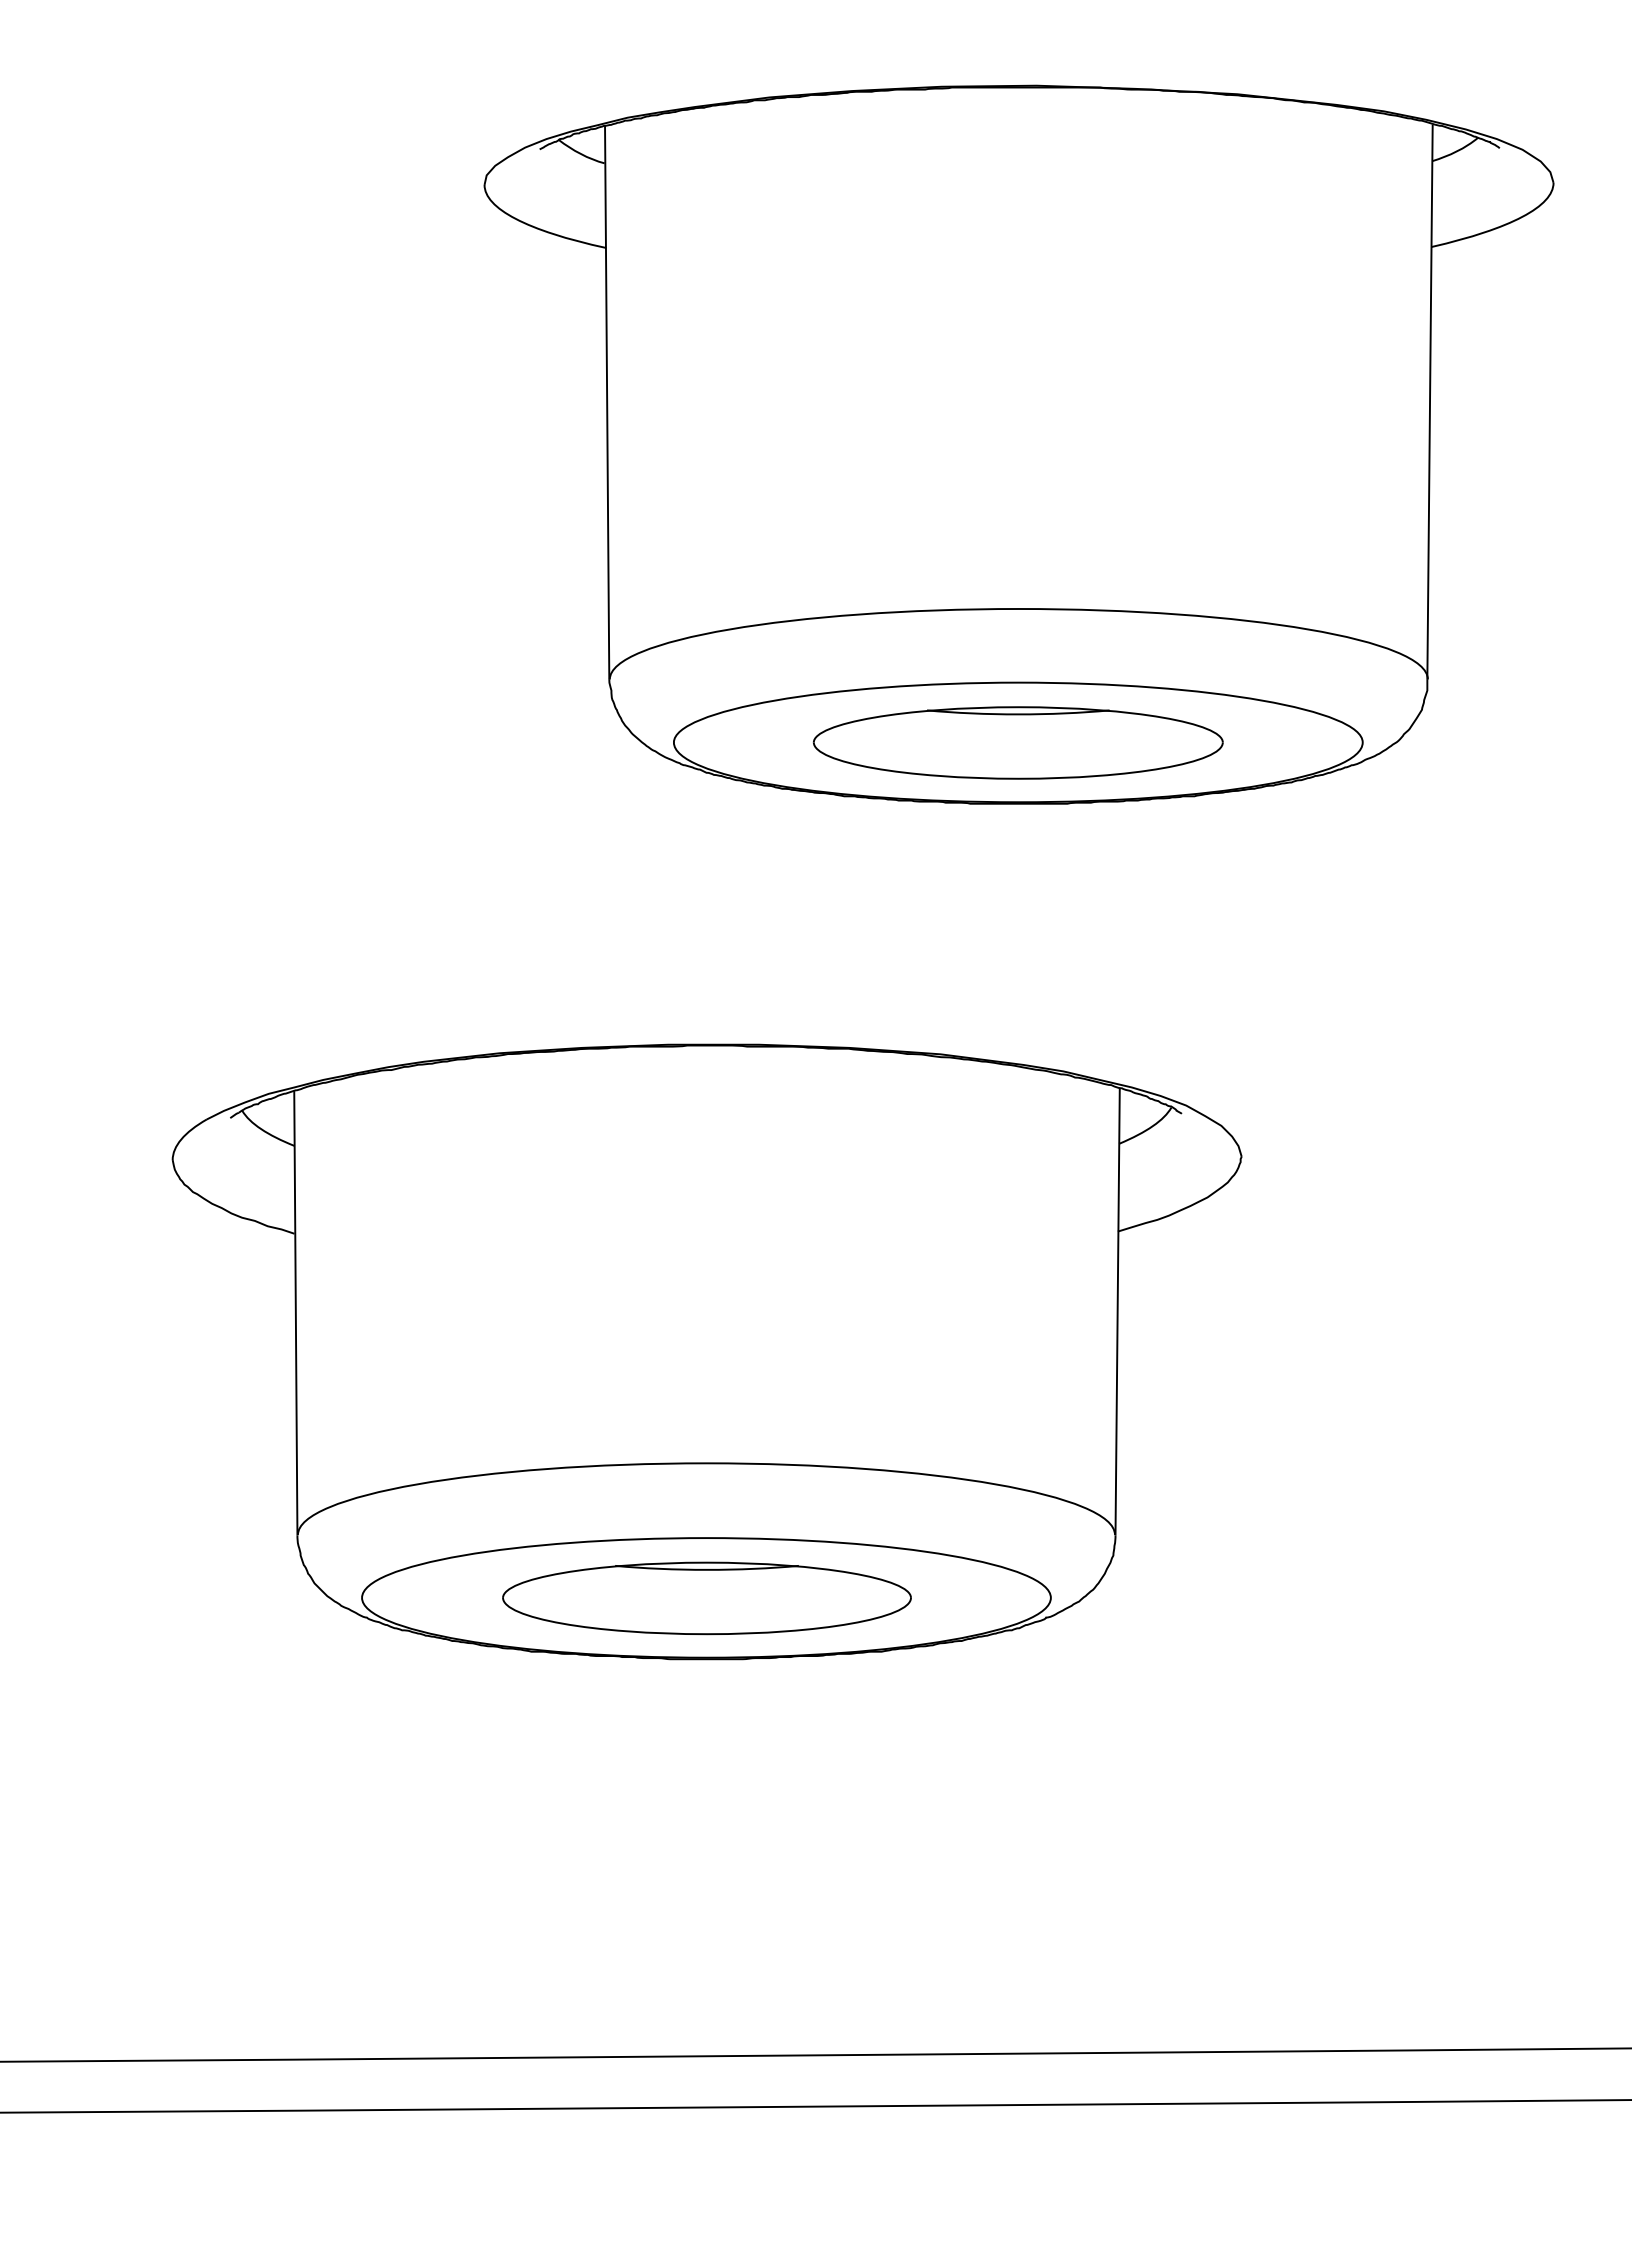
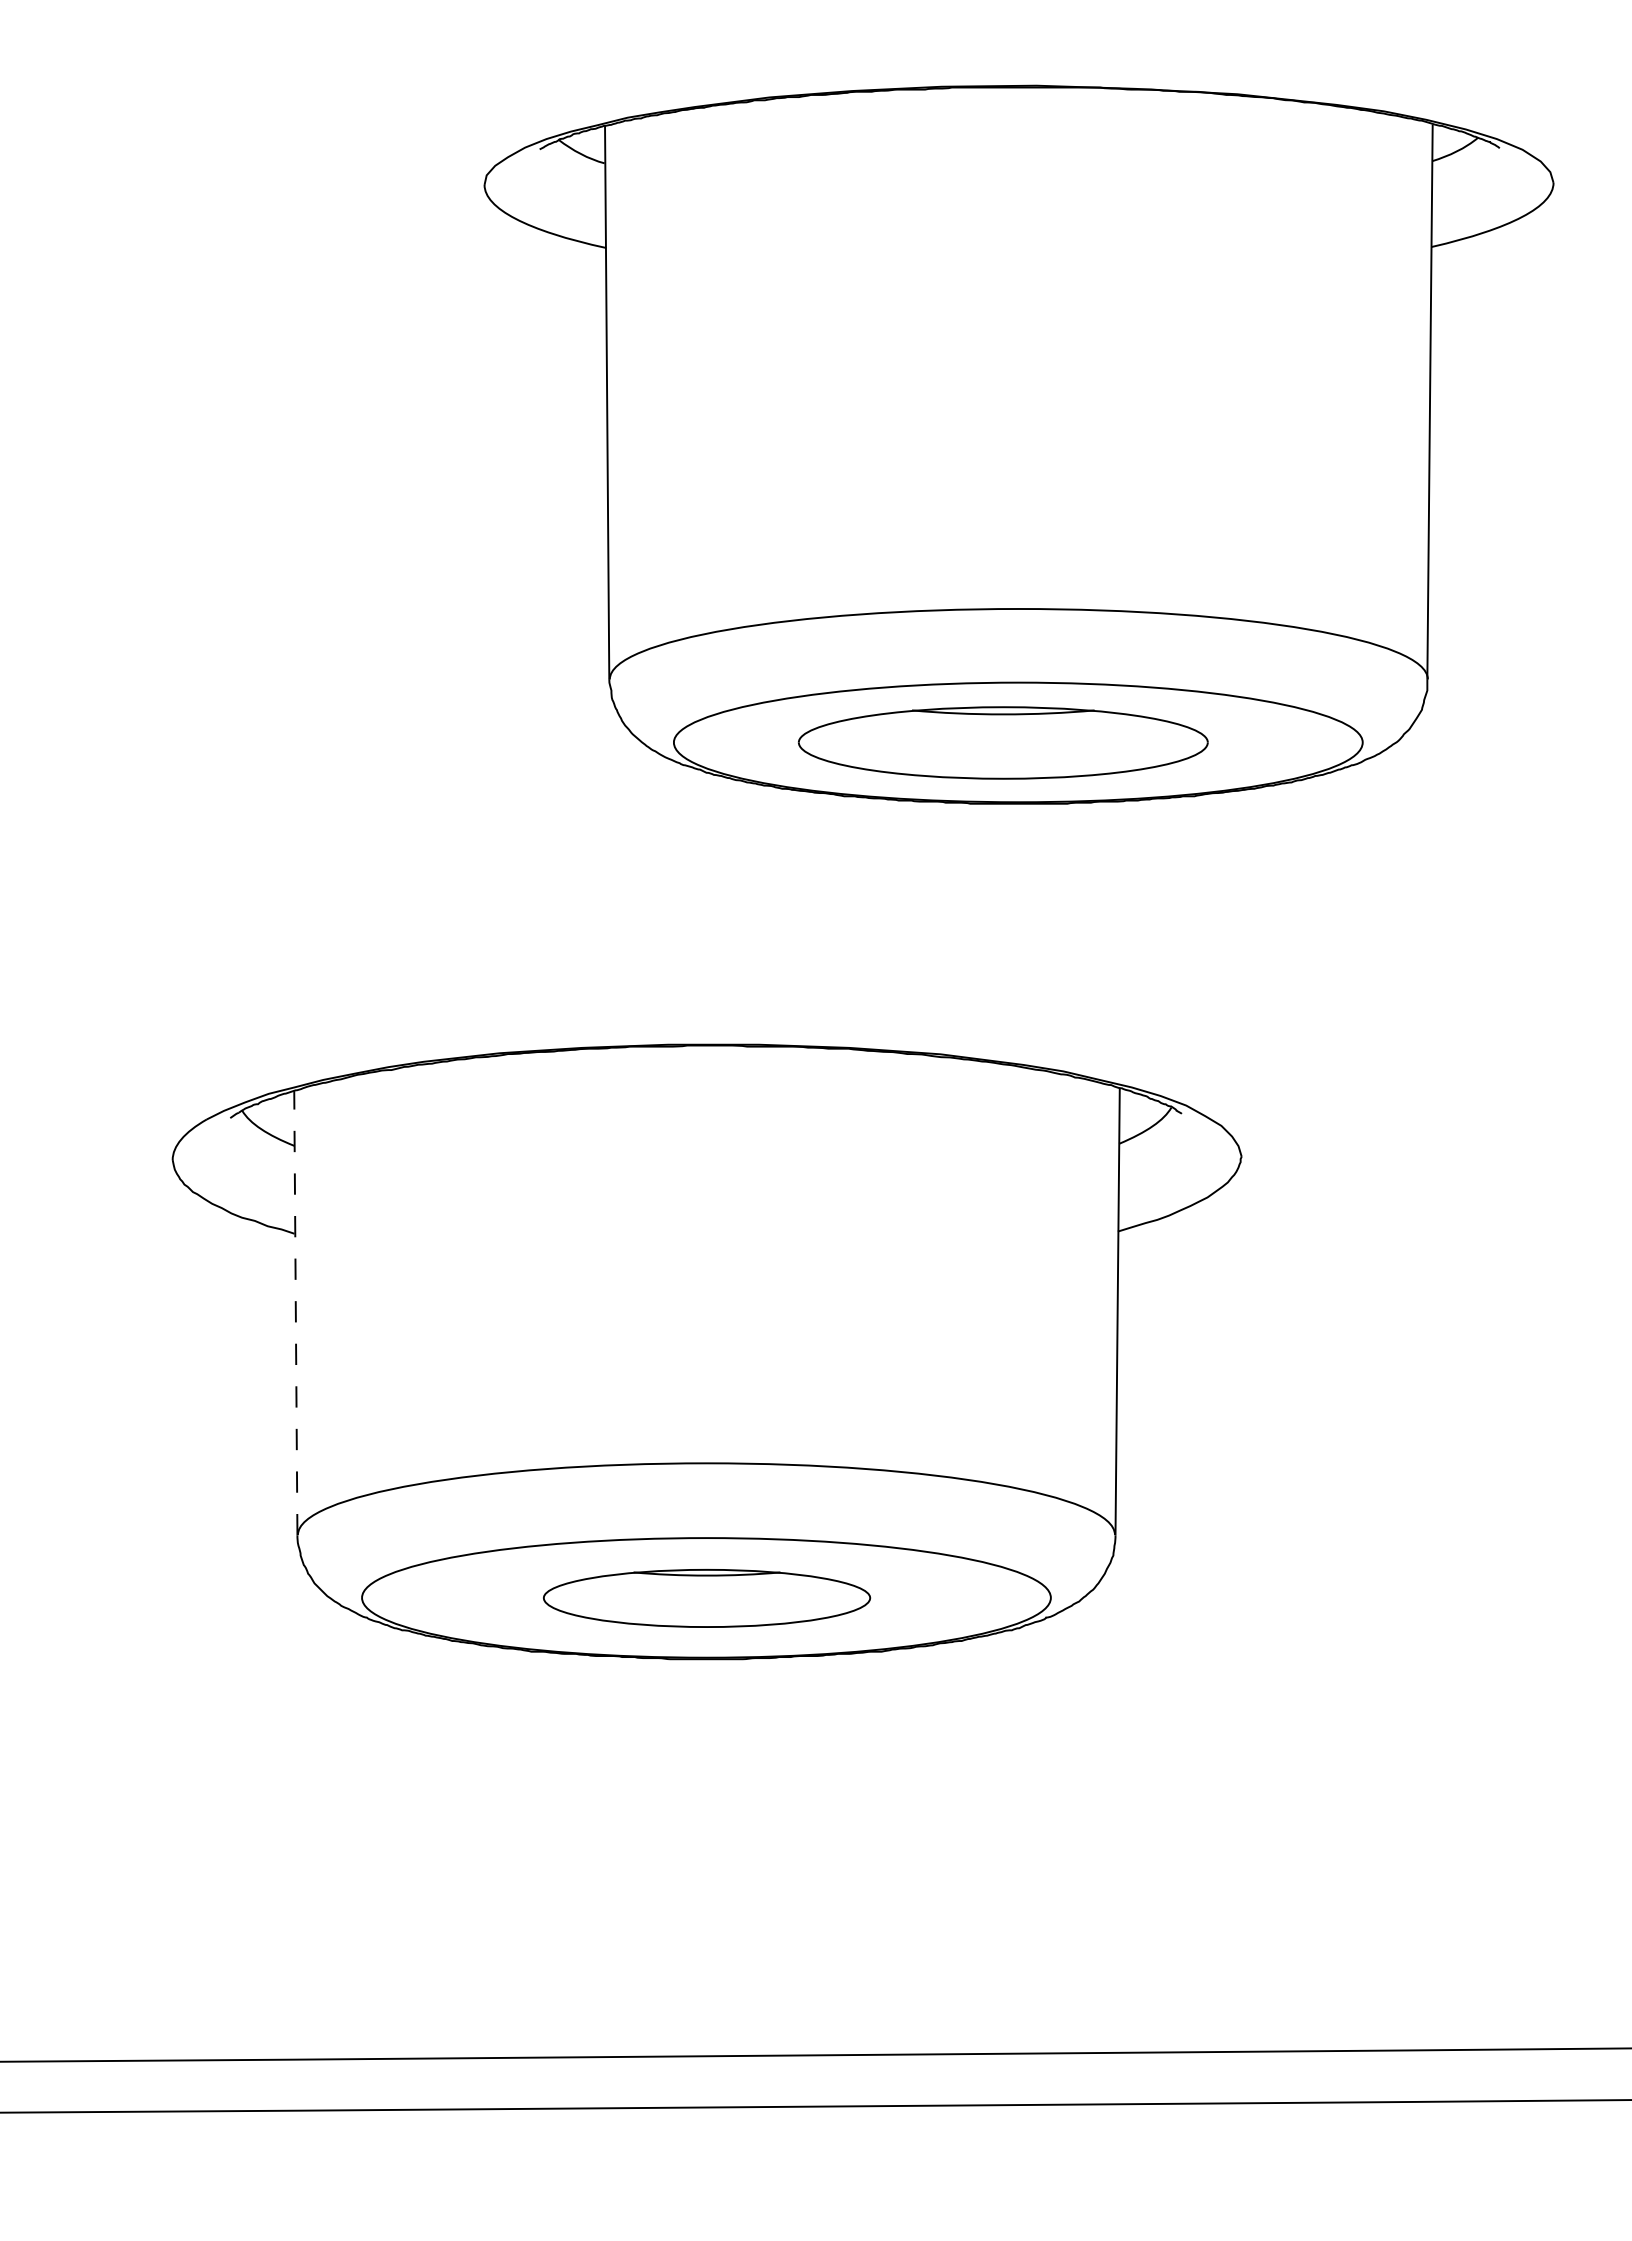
part at (1018, 742) position: (1018, 742) -> (1003, 742)
line at (295, 1312): solid -> dashed
part at (706, 1598) size: 410x75 px -> 329x59 px
